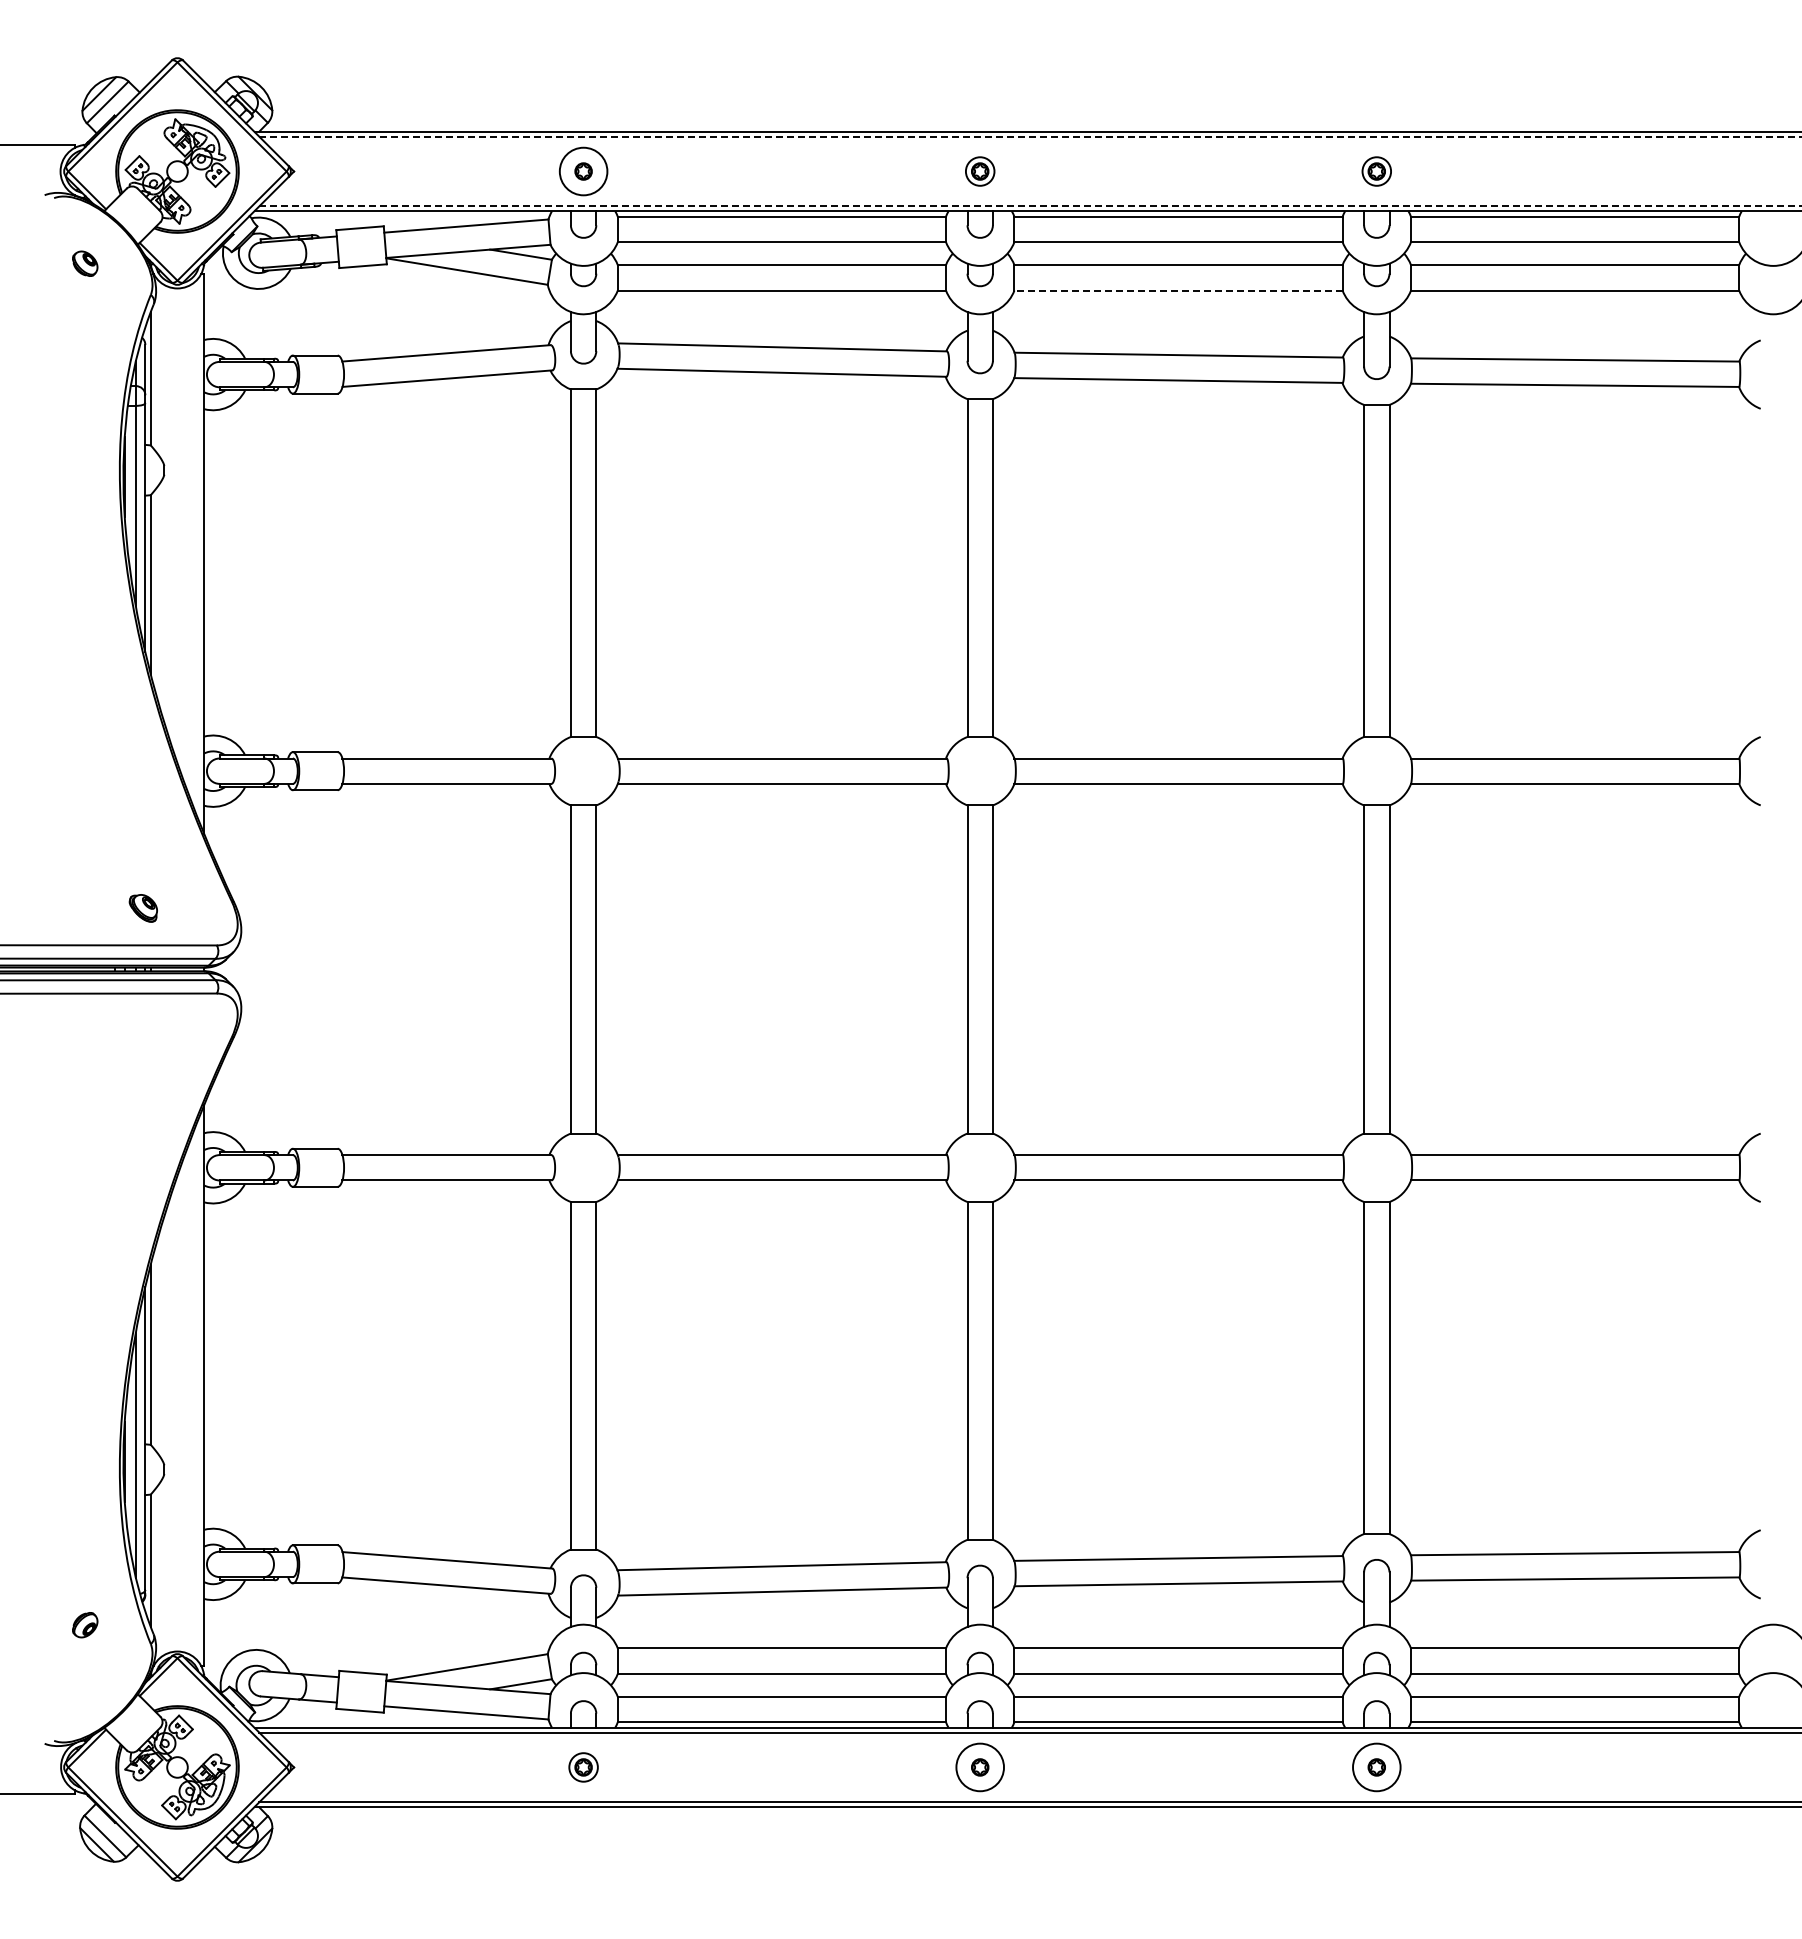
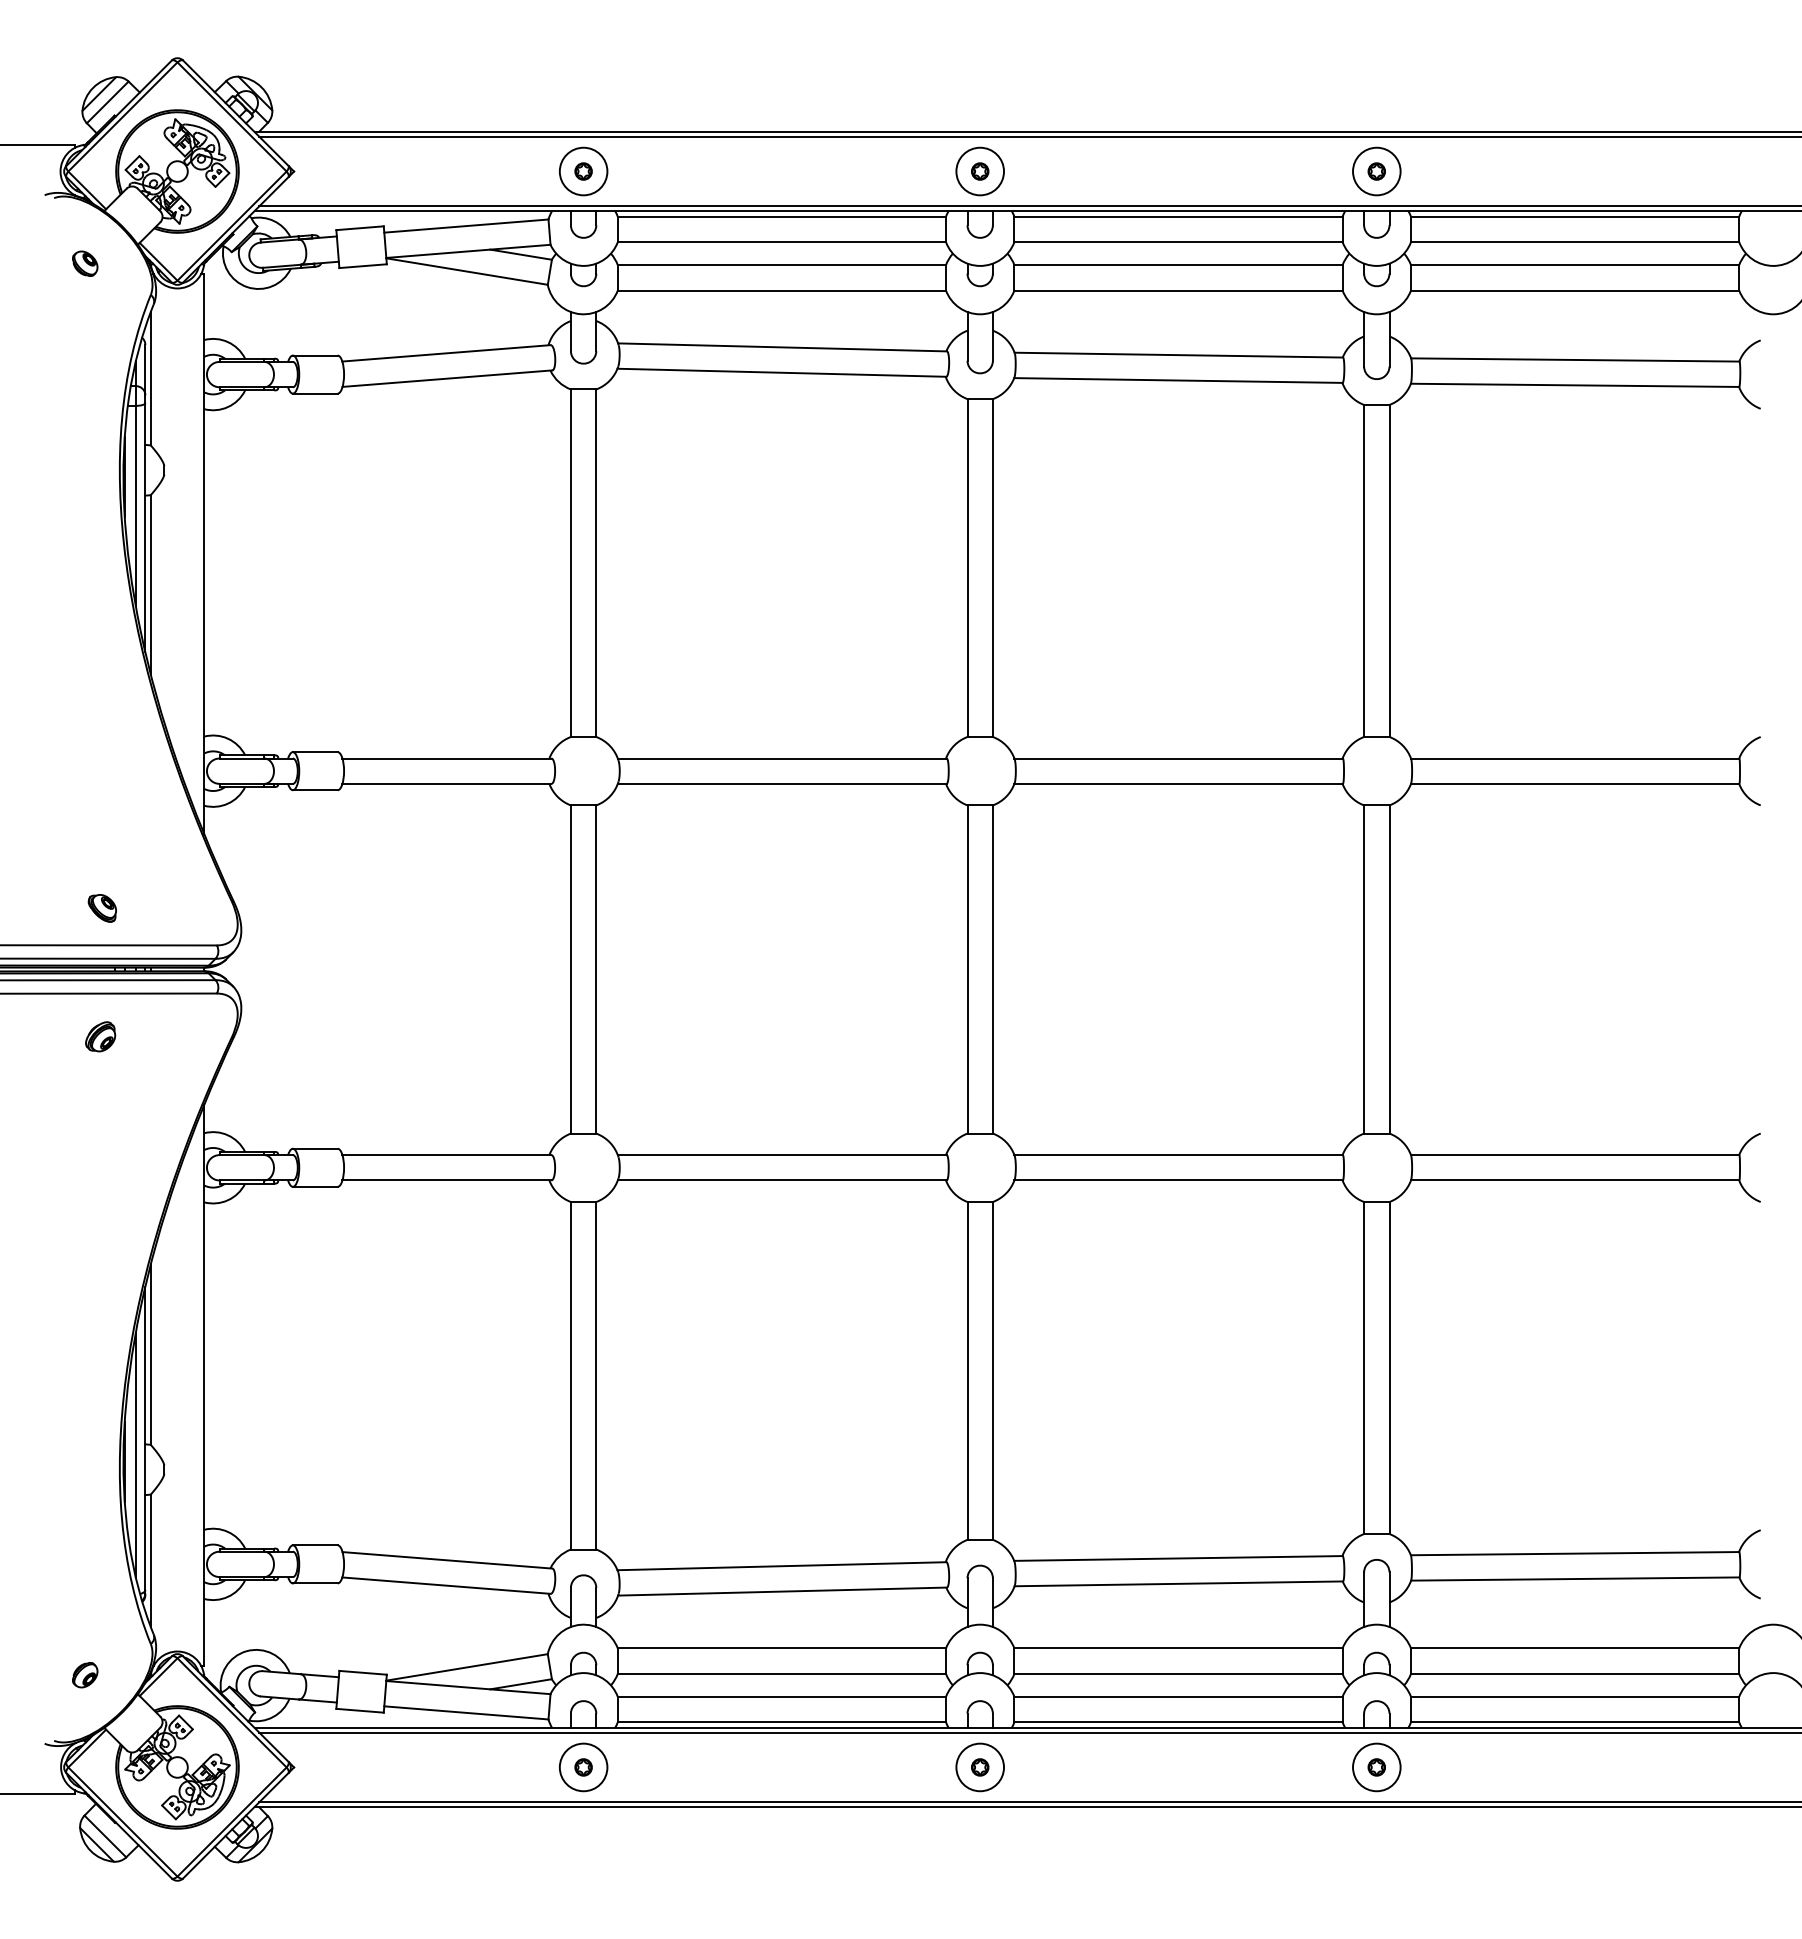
line at (1031, 136): dashed -> solid
circle at (979, 171) diameter: 29 px -> 48 px
circle at (1376, 171) diameter: 29 px -> 48 px
line at (1031, 206): dashed -> solid
line at (1178, 290): dashed -> solid
part at (142, 908) position: (142, 908) -> (101, 908)
part at (100, 1036): none -> present
part at (85, 1625) position: (85, 1625) -> (85, 1675)
circle at (583, 1767) diameter: 29 px -> 48 px
